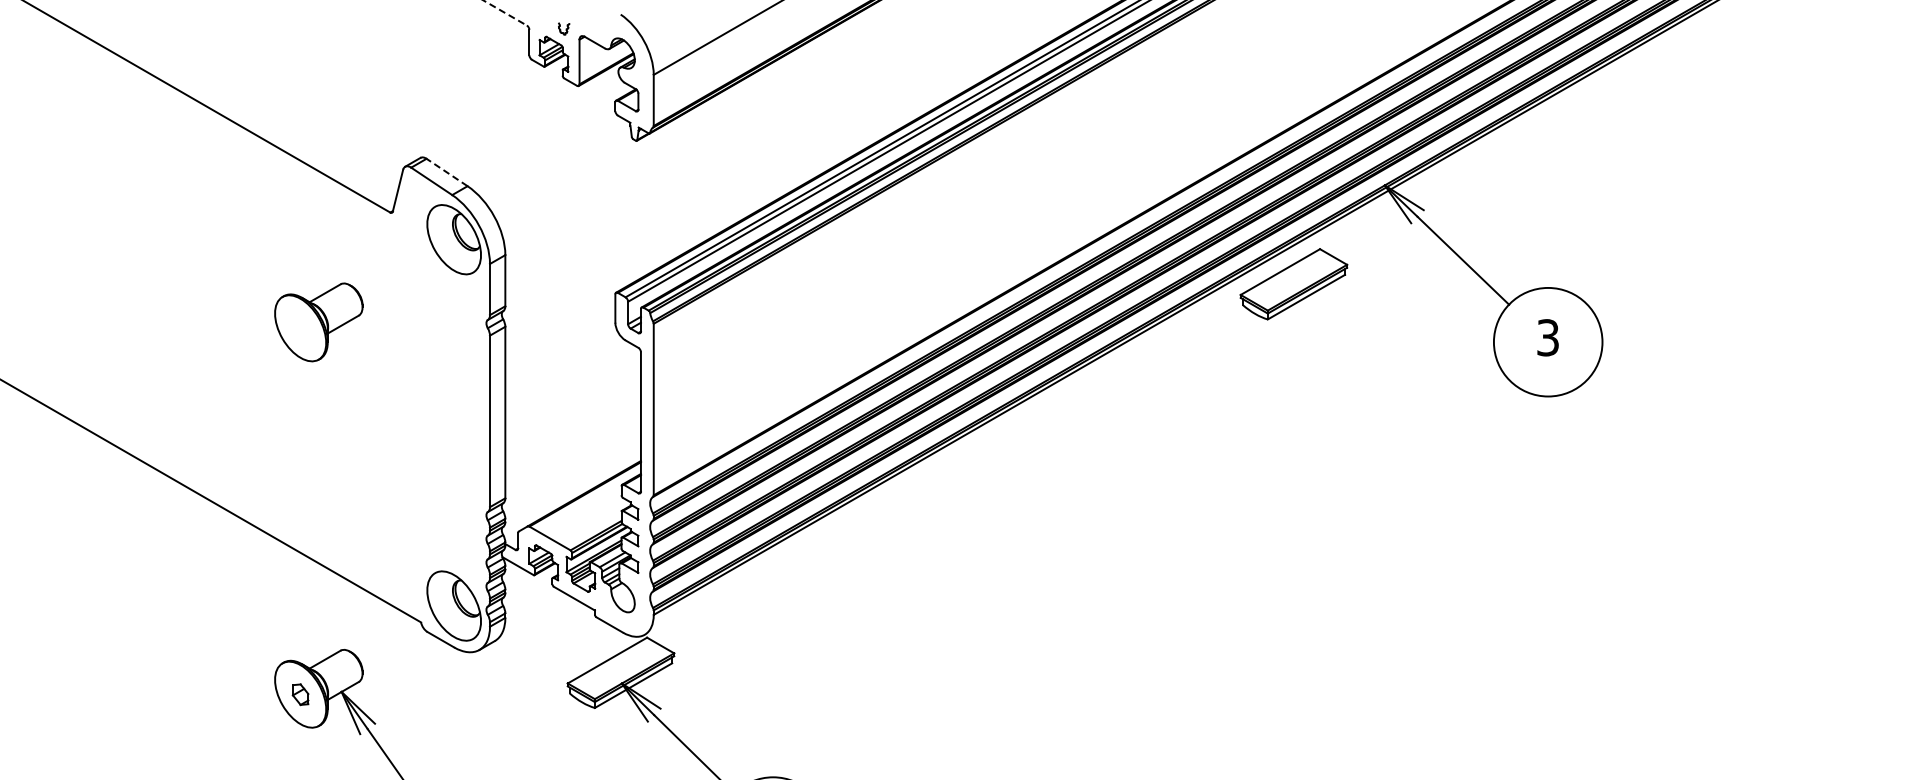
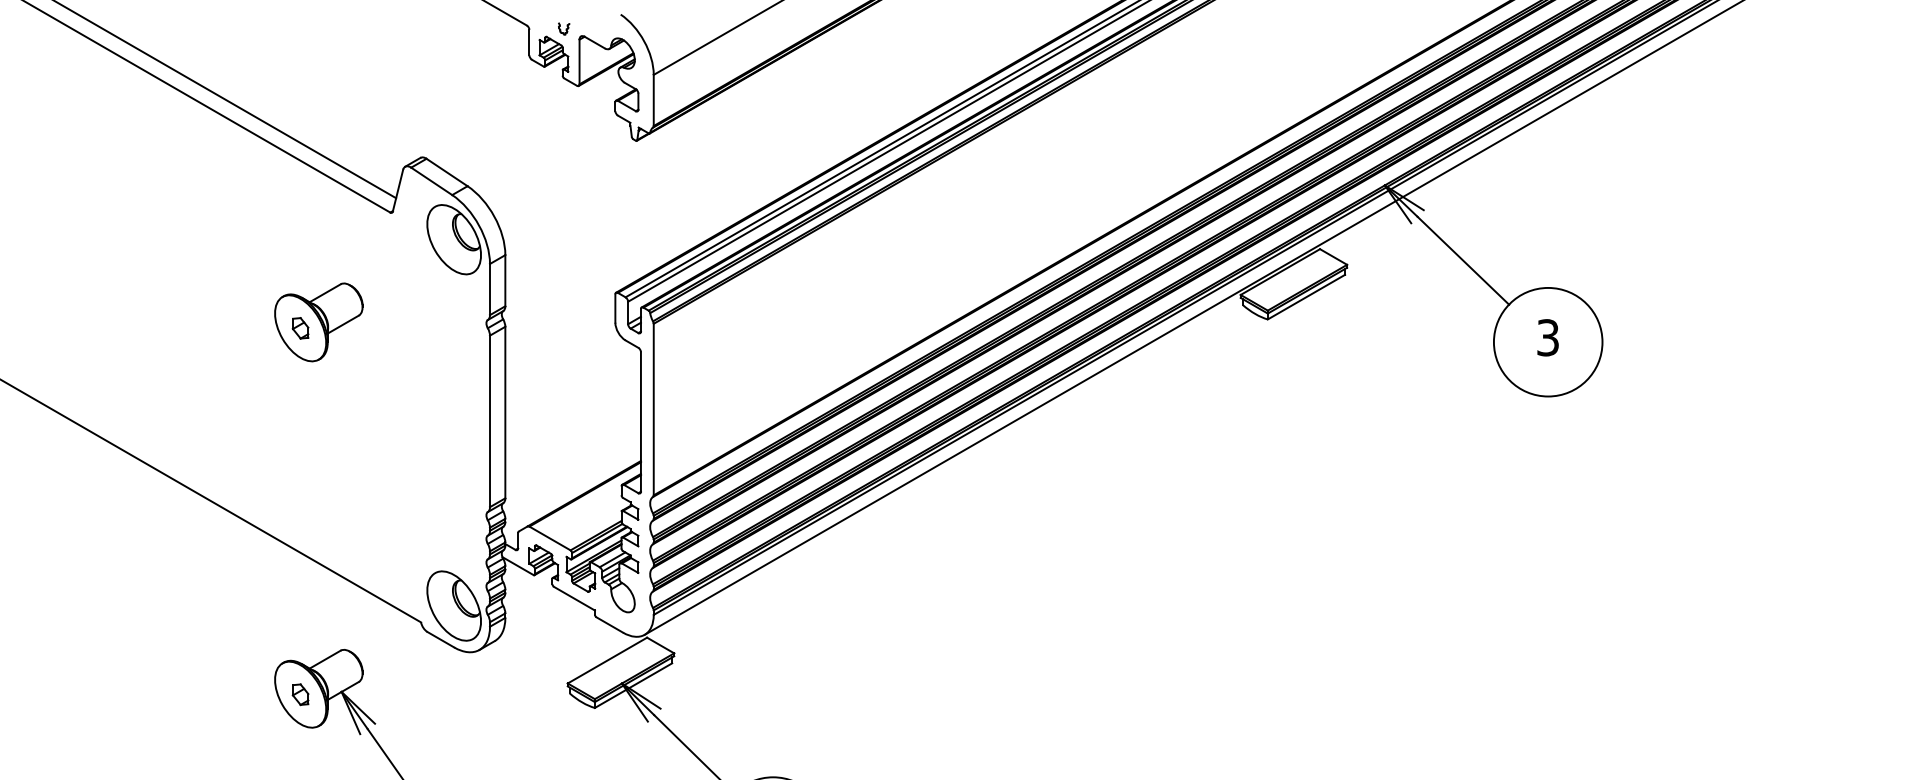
line at (505, 13): dashed -> solid
line at (226, 100): none -> present
line at (447, 172): dashed -> solid
line at (1192, 318): none -> present
part at (300, 328): none -> present
